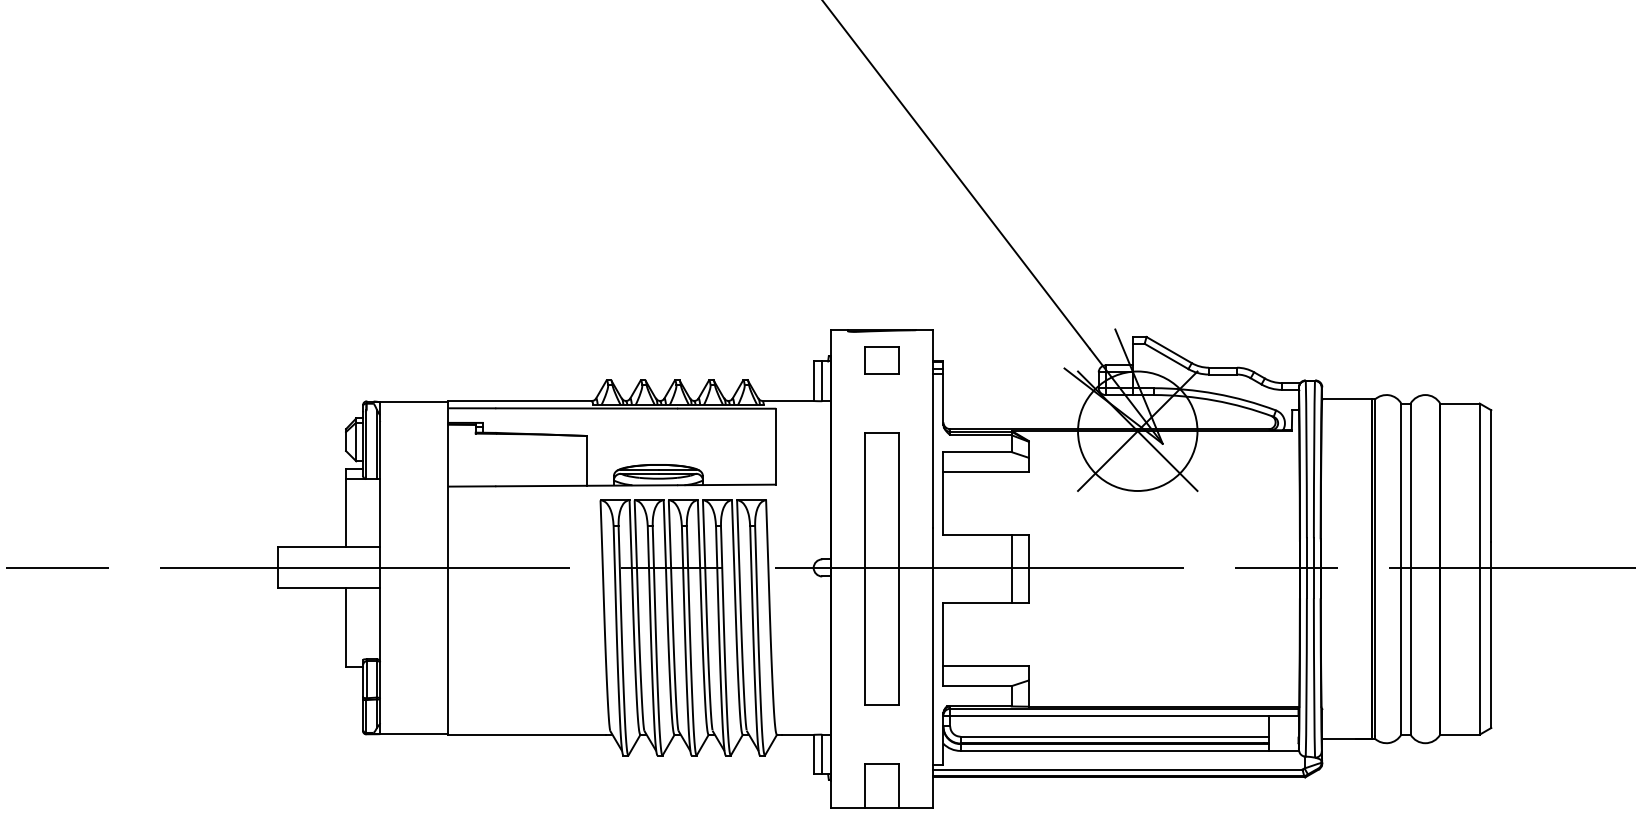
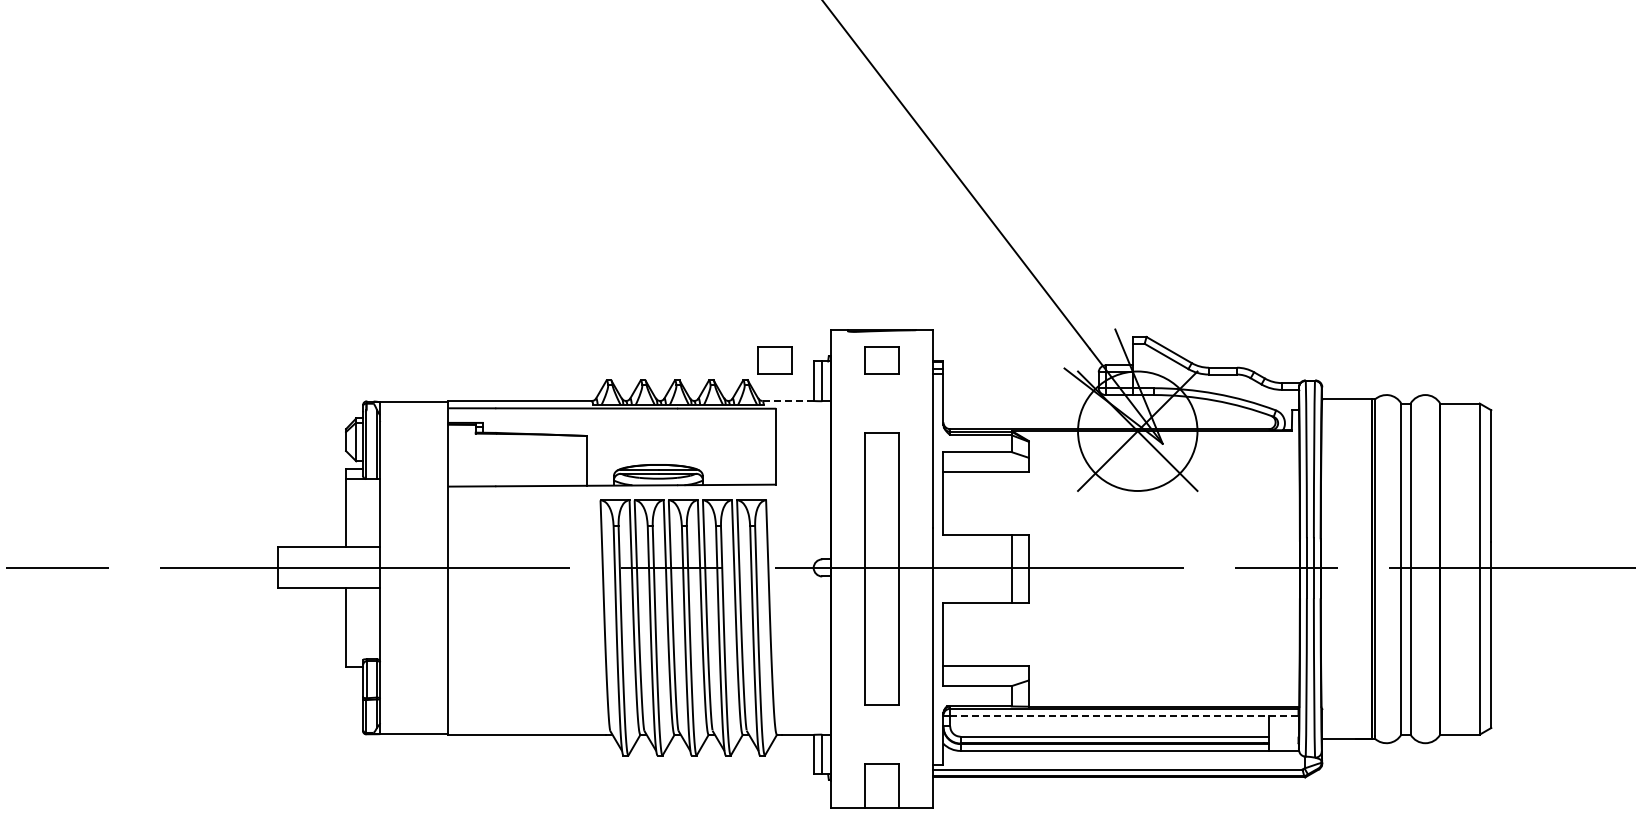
part at (774, 360): none -> present
line at (788, 400): solid -> dashed
line at (1124, 715): solid -> dashed
